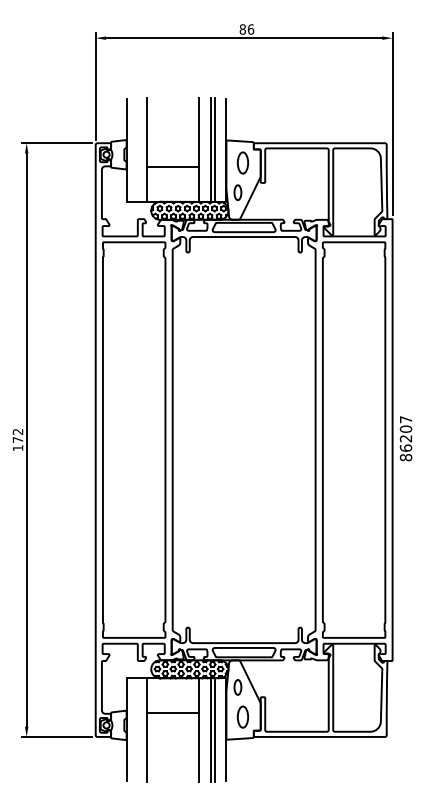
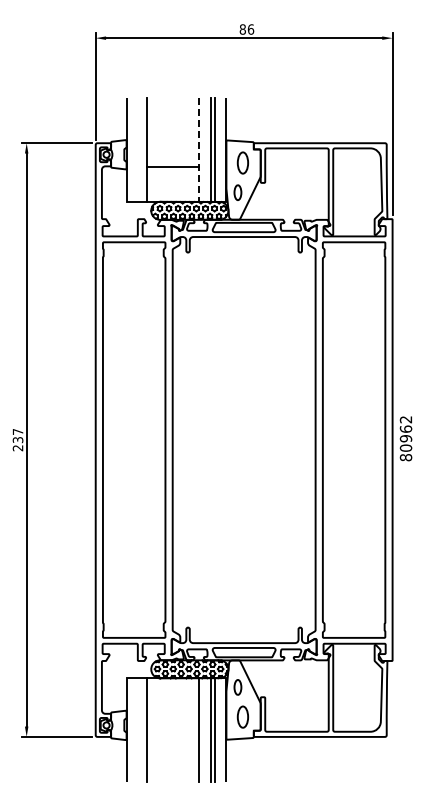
line at (199, 150): solid -> dashed
text at (405, 433): 86207 -> 80962
text at (17, 440): 172 -> 237
line at (173, 712): present -> none
